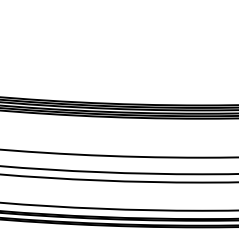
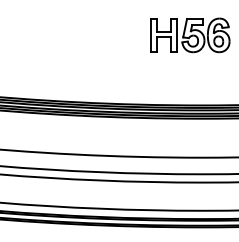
part at (190, 35): none -> present
